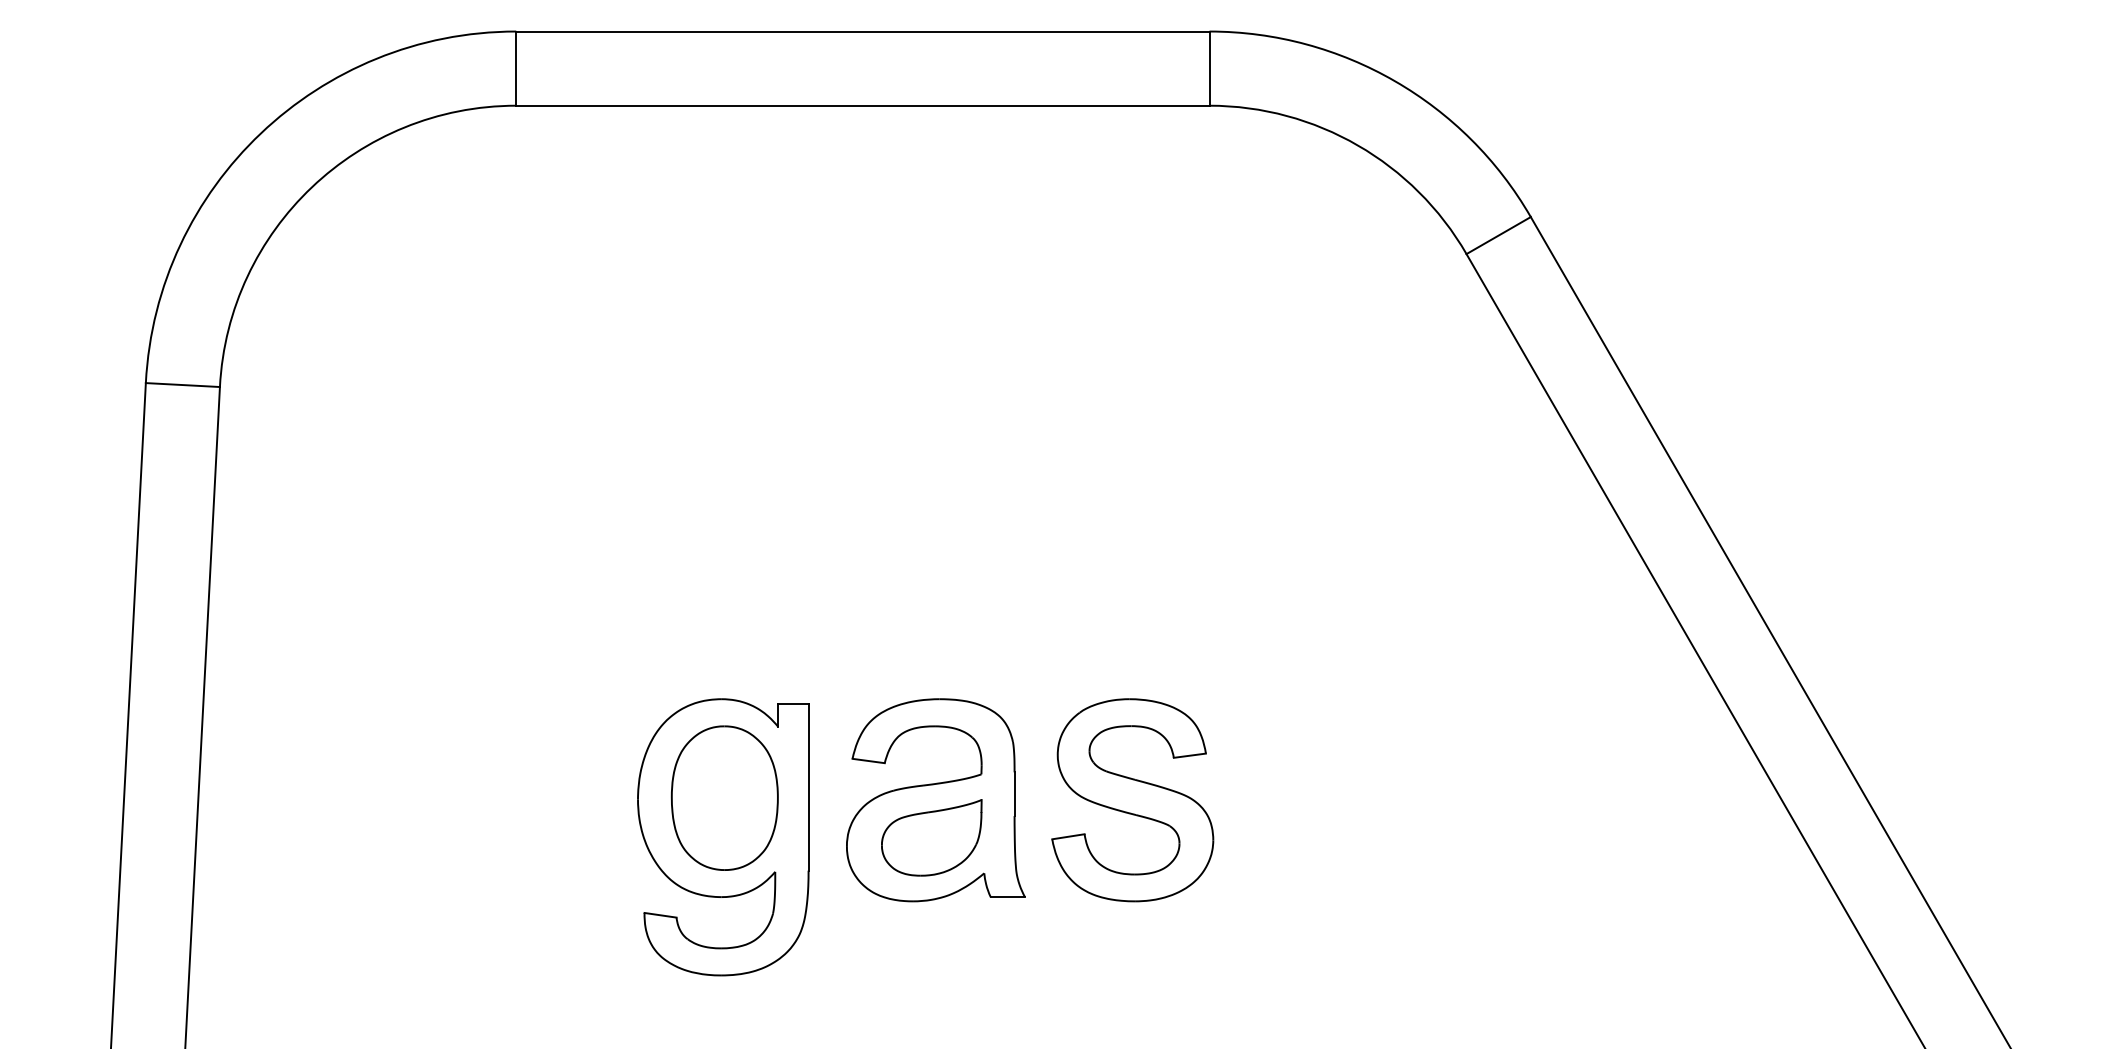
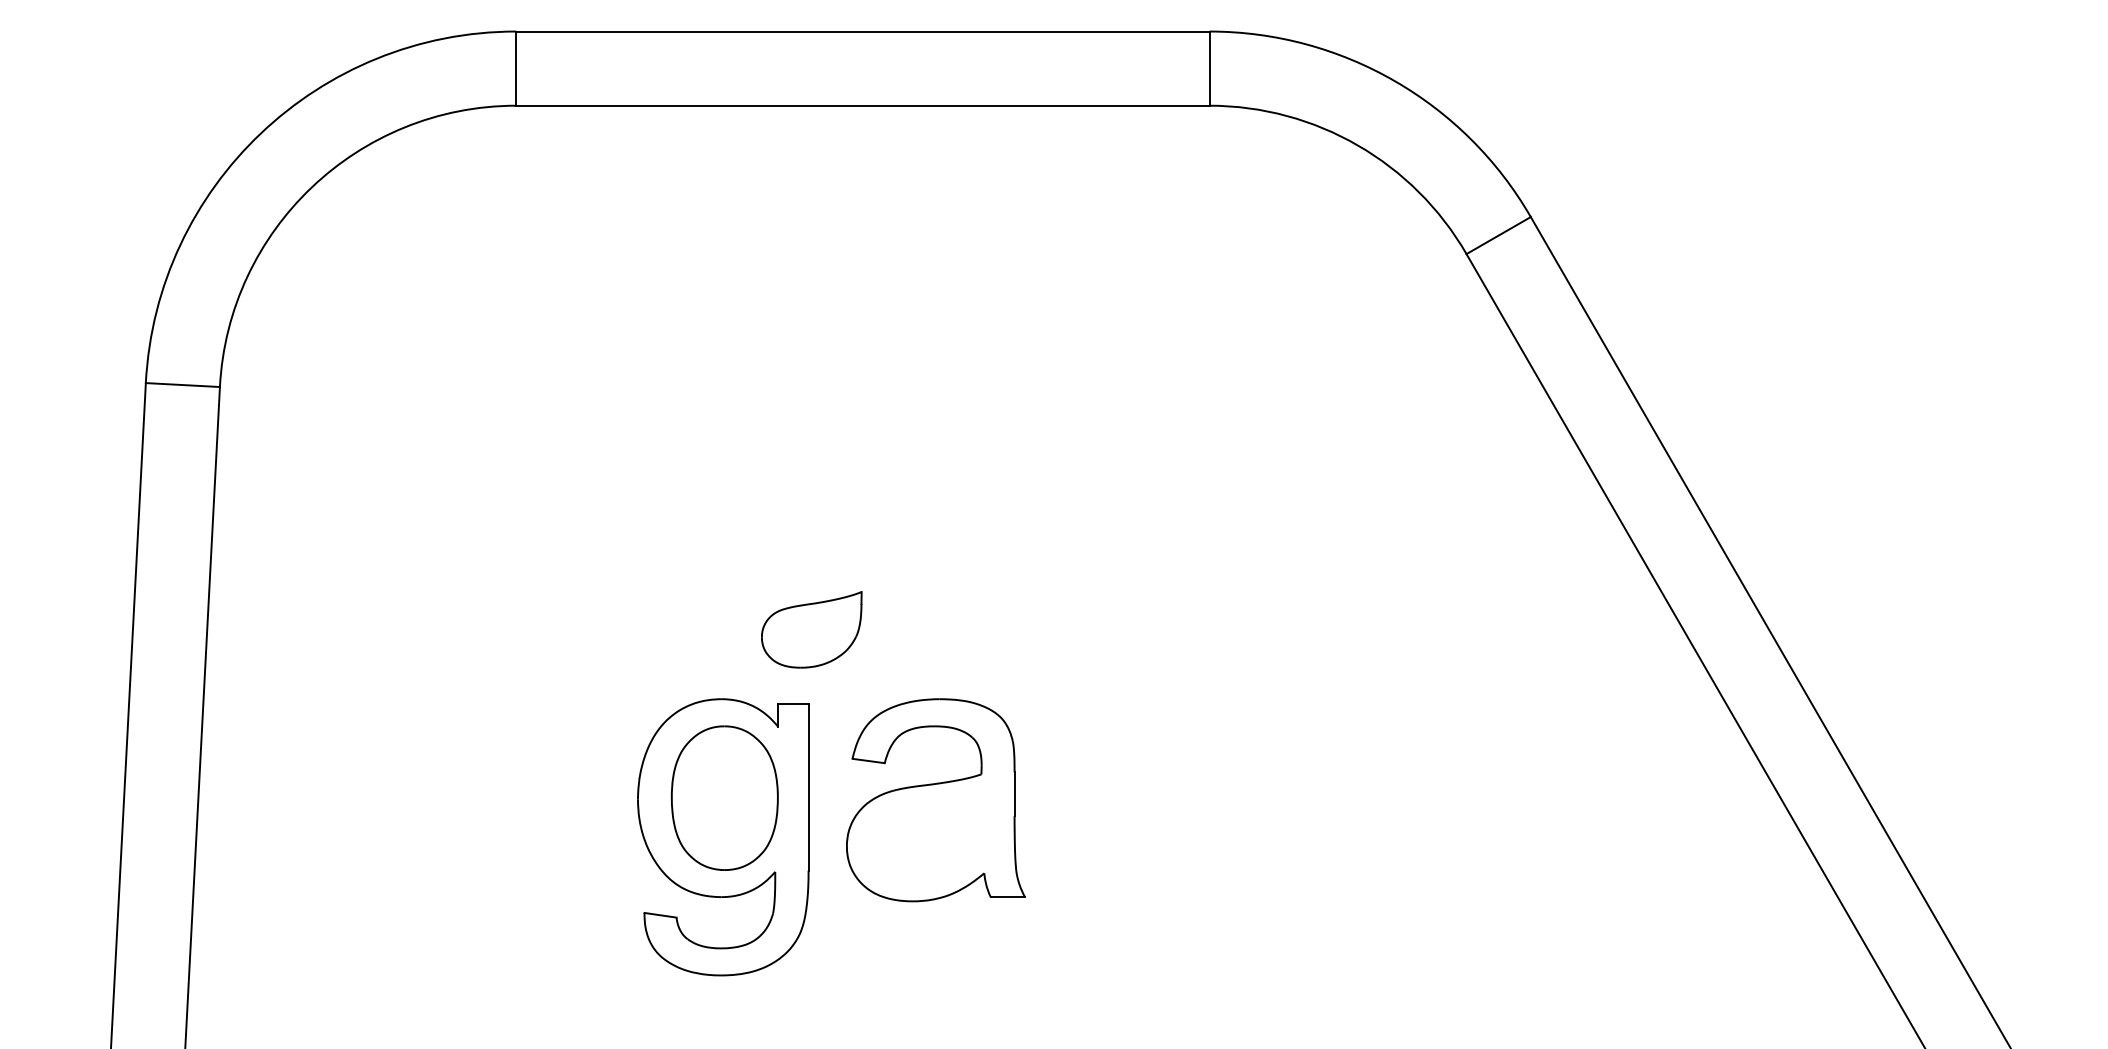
part at (1132, 800): present -> none
part at (931, 837) position: (931, 837) -> (811, 629)
